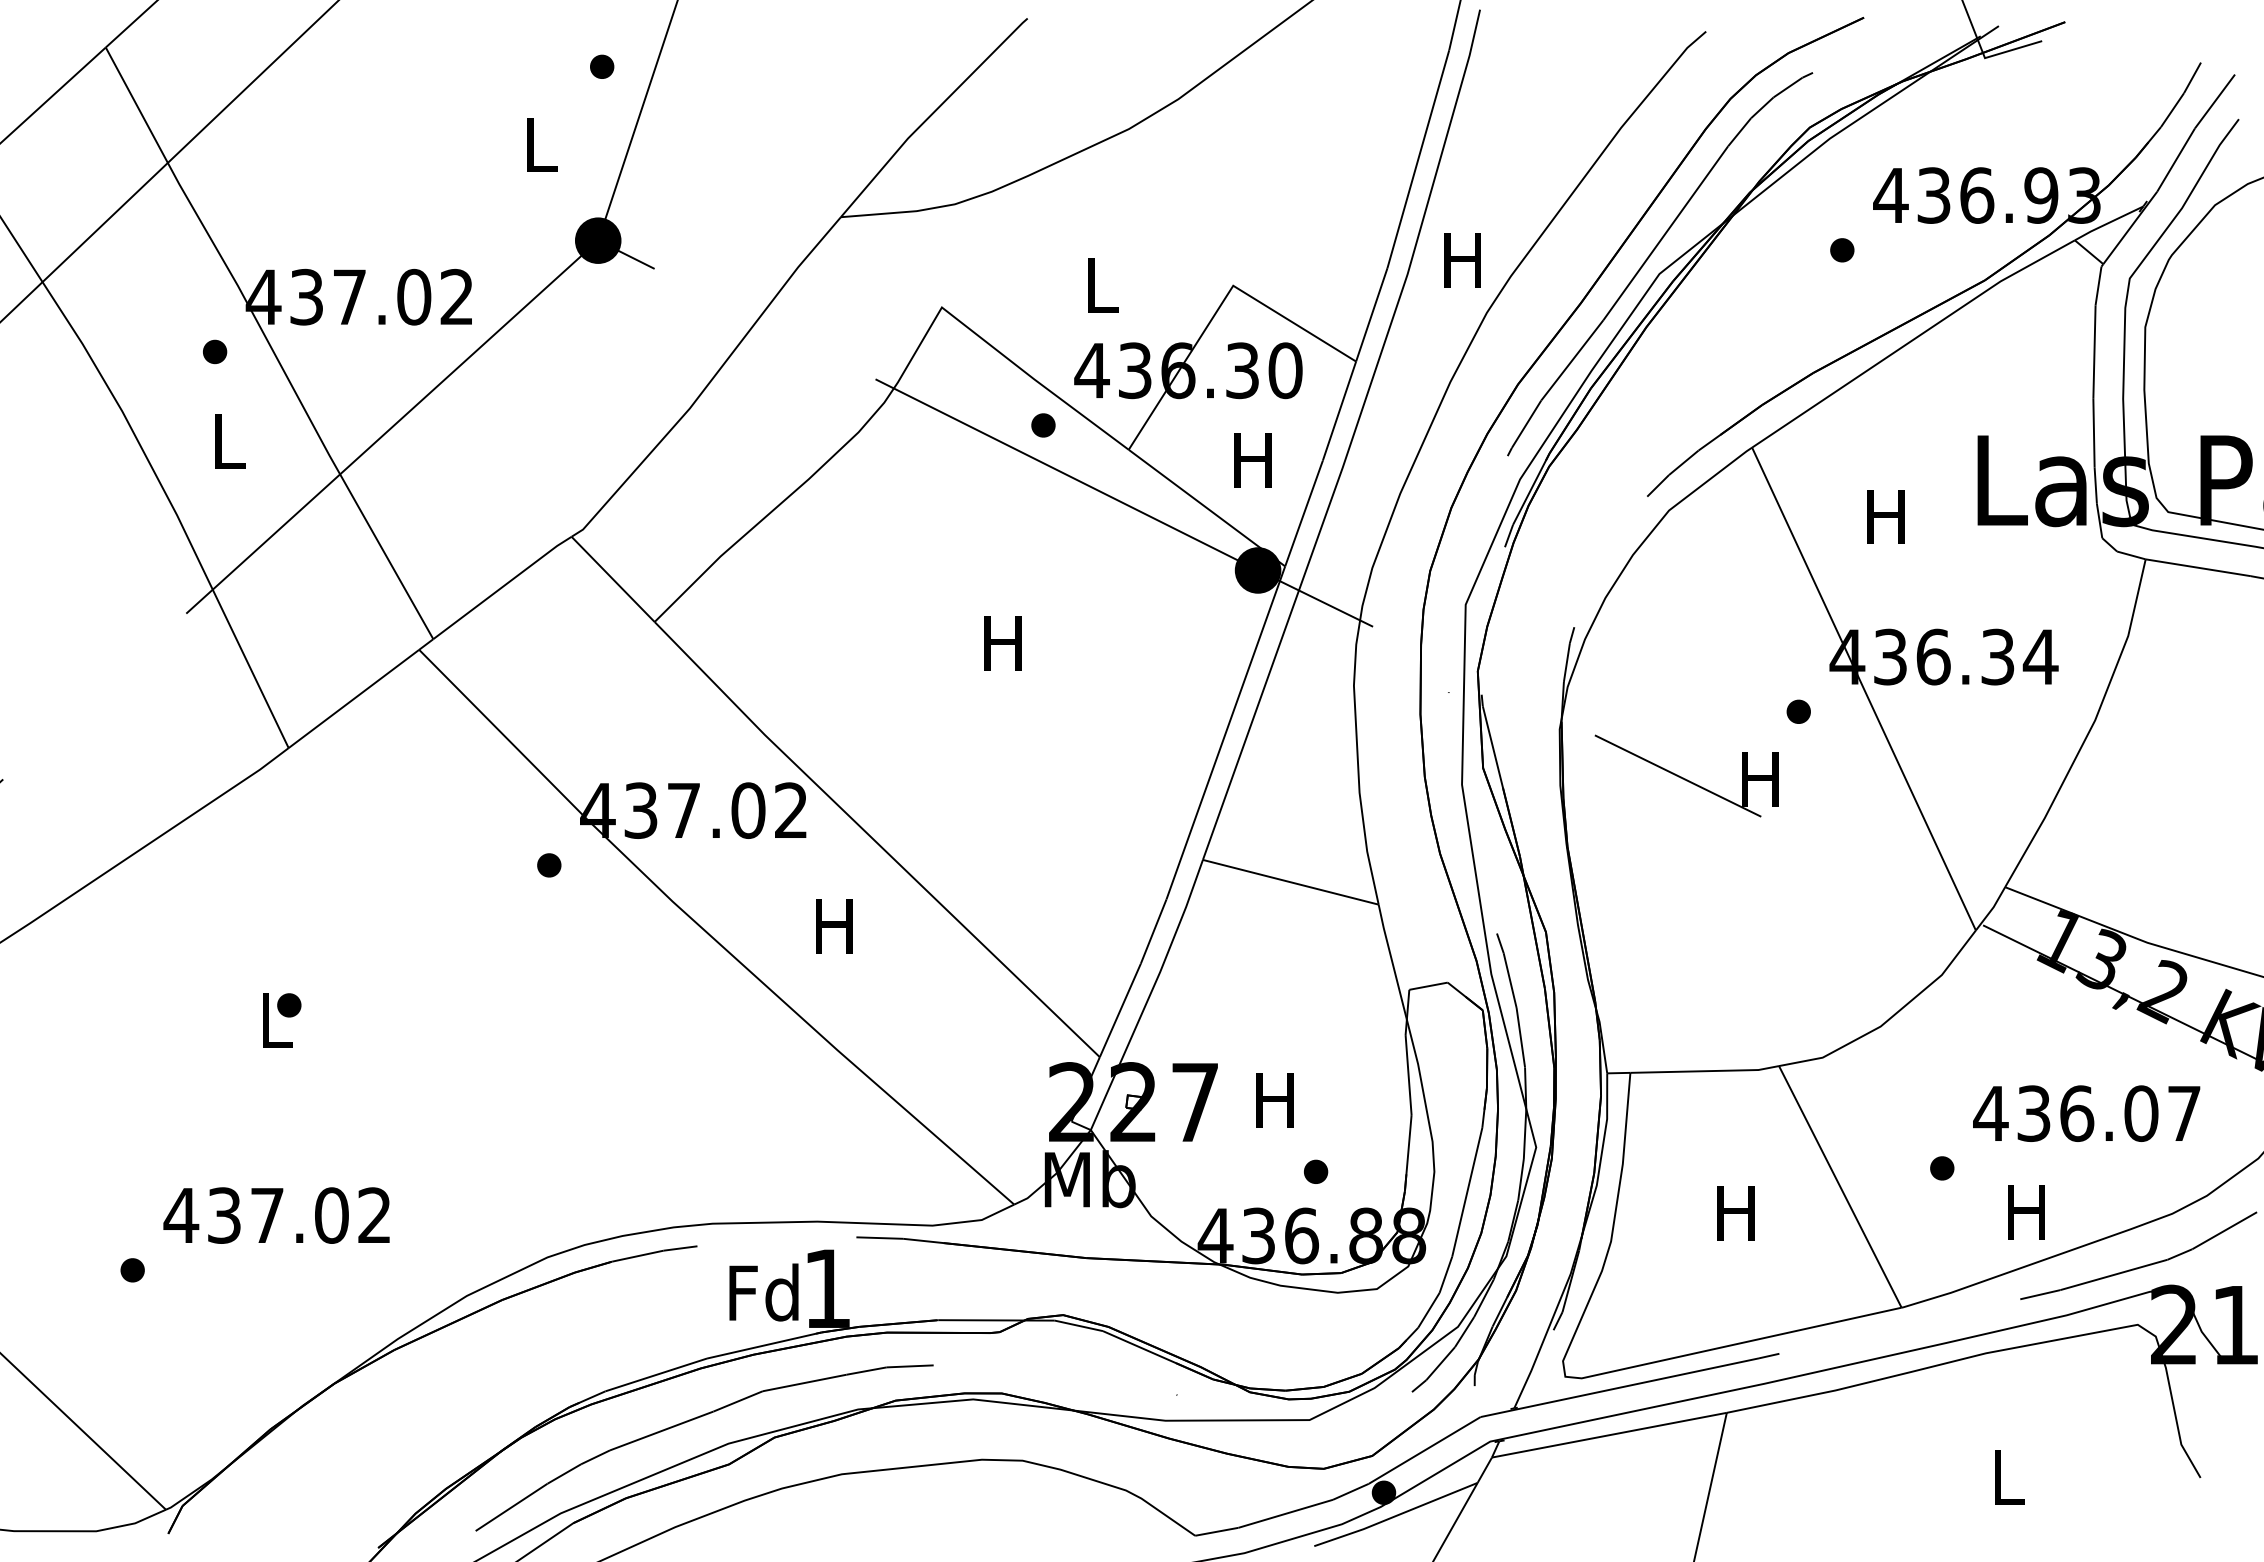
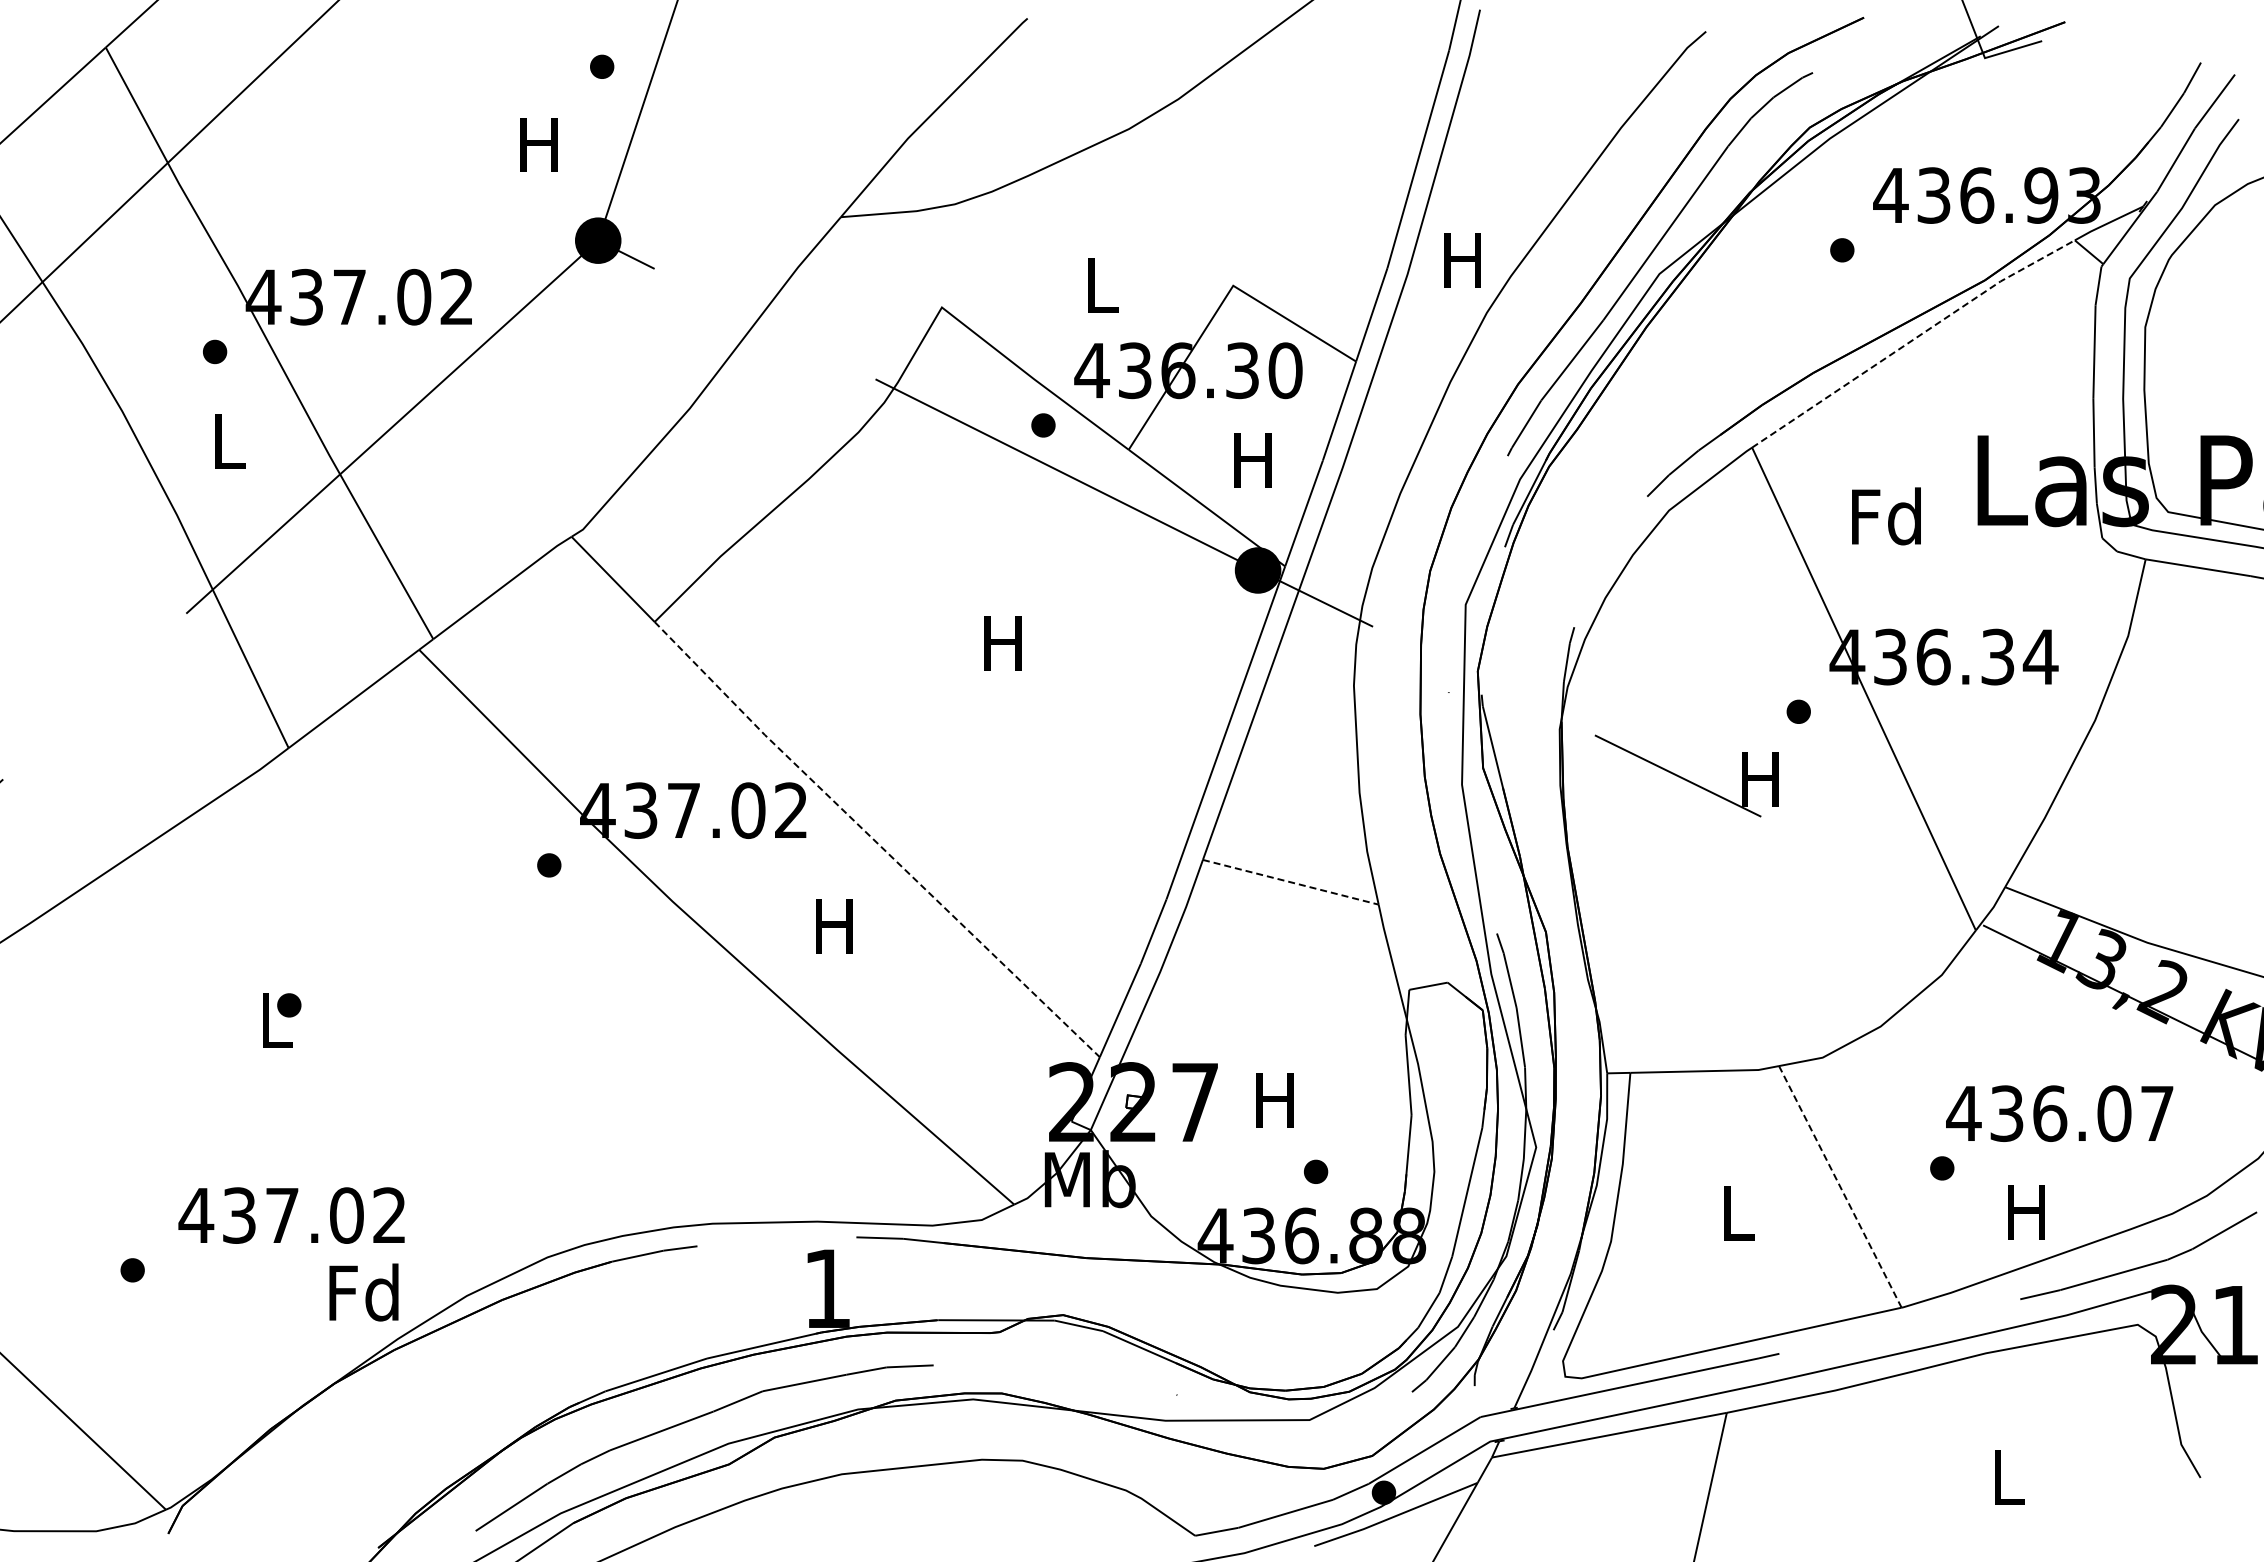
text at (538, 144): L -> H
line at (1912, 340): solid -> dashed
text at (1886, 516): H -> Fd
line at (875, 841): solid -> dashed
line at (1290, 882): solid -> dashed
text at (2086, 1113) position: (2086, 1113) -> (2059, 1113)
line at (1840, 1187): solid -> dashed
text at (1735, 1213): H -> L
text at (276, 1215) position: (276, 1215) -> (291, 1215)
text at (763, 1292) position: (763, 1292) -> (363, 1292)
